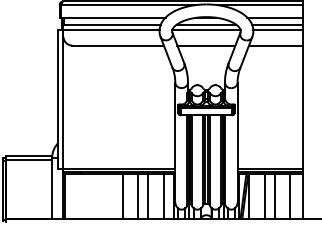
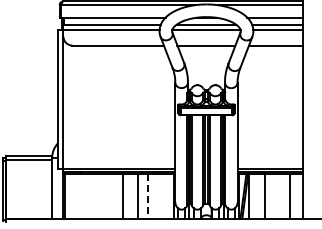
line at (163, 196): present -> none
line at (274, 196): present -> none
line at (148, 197): solid -> dashed
